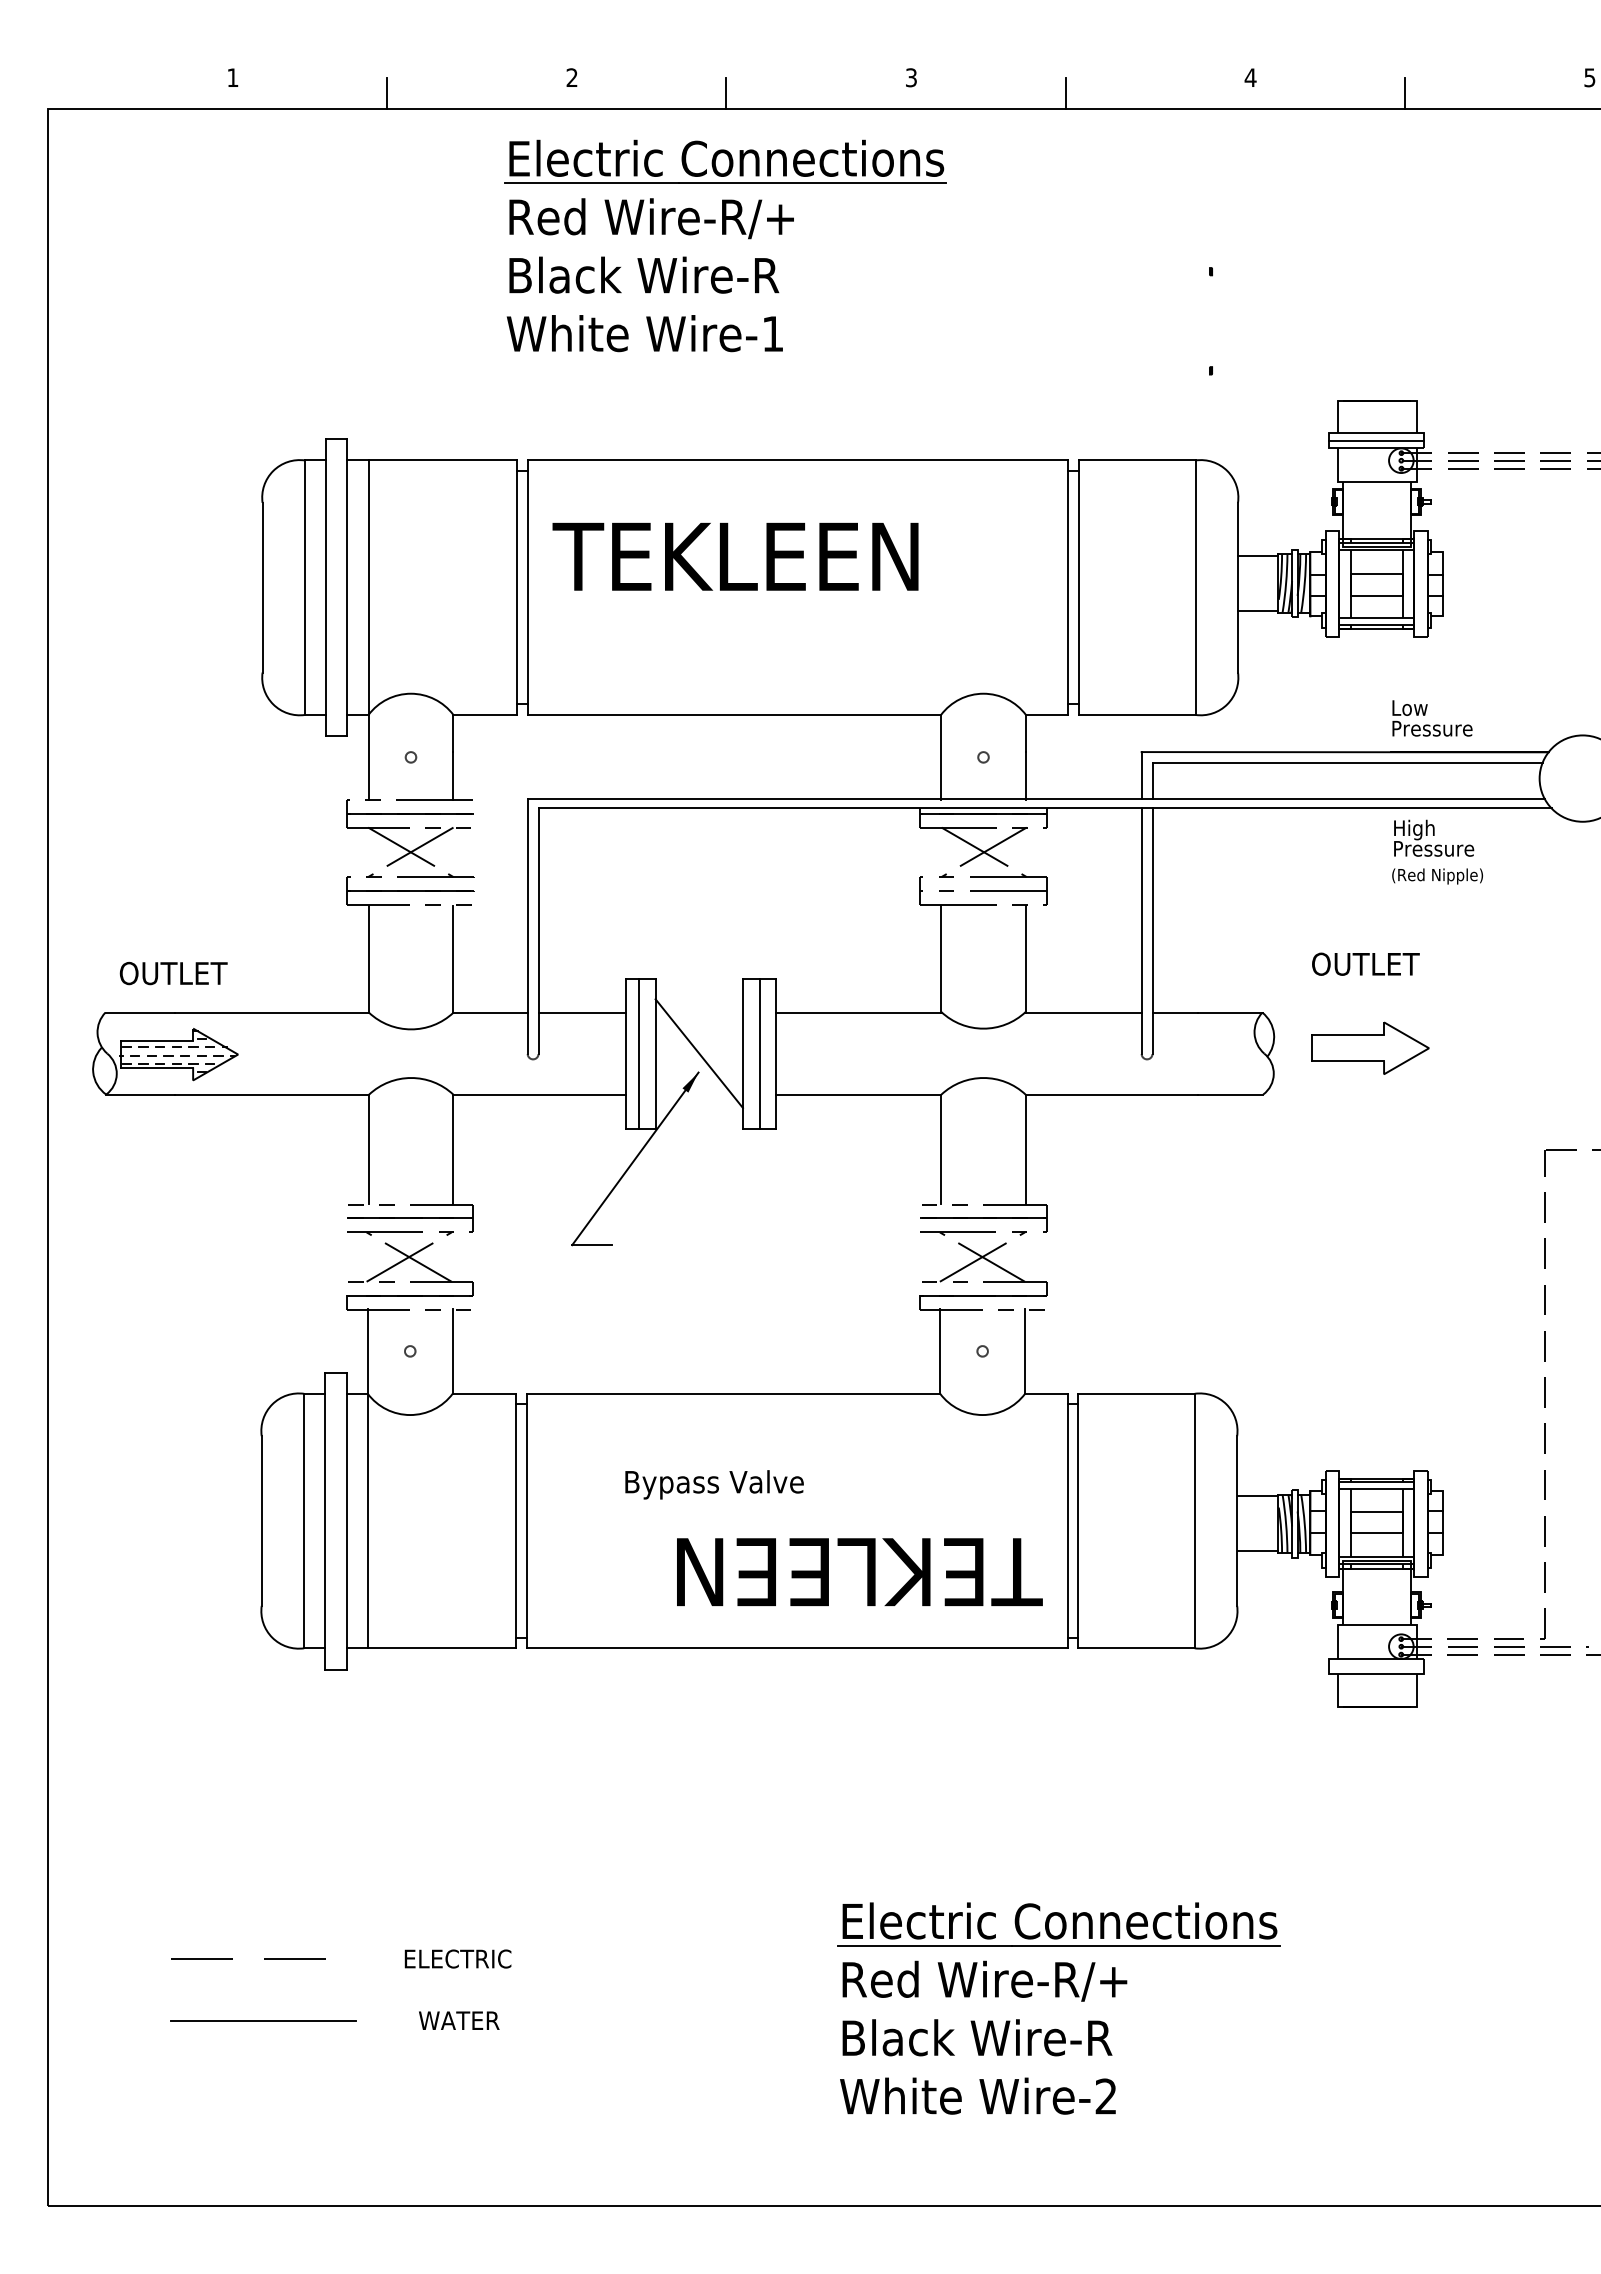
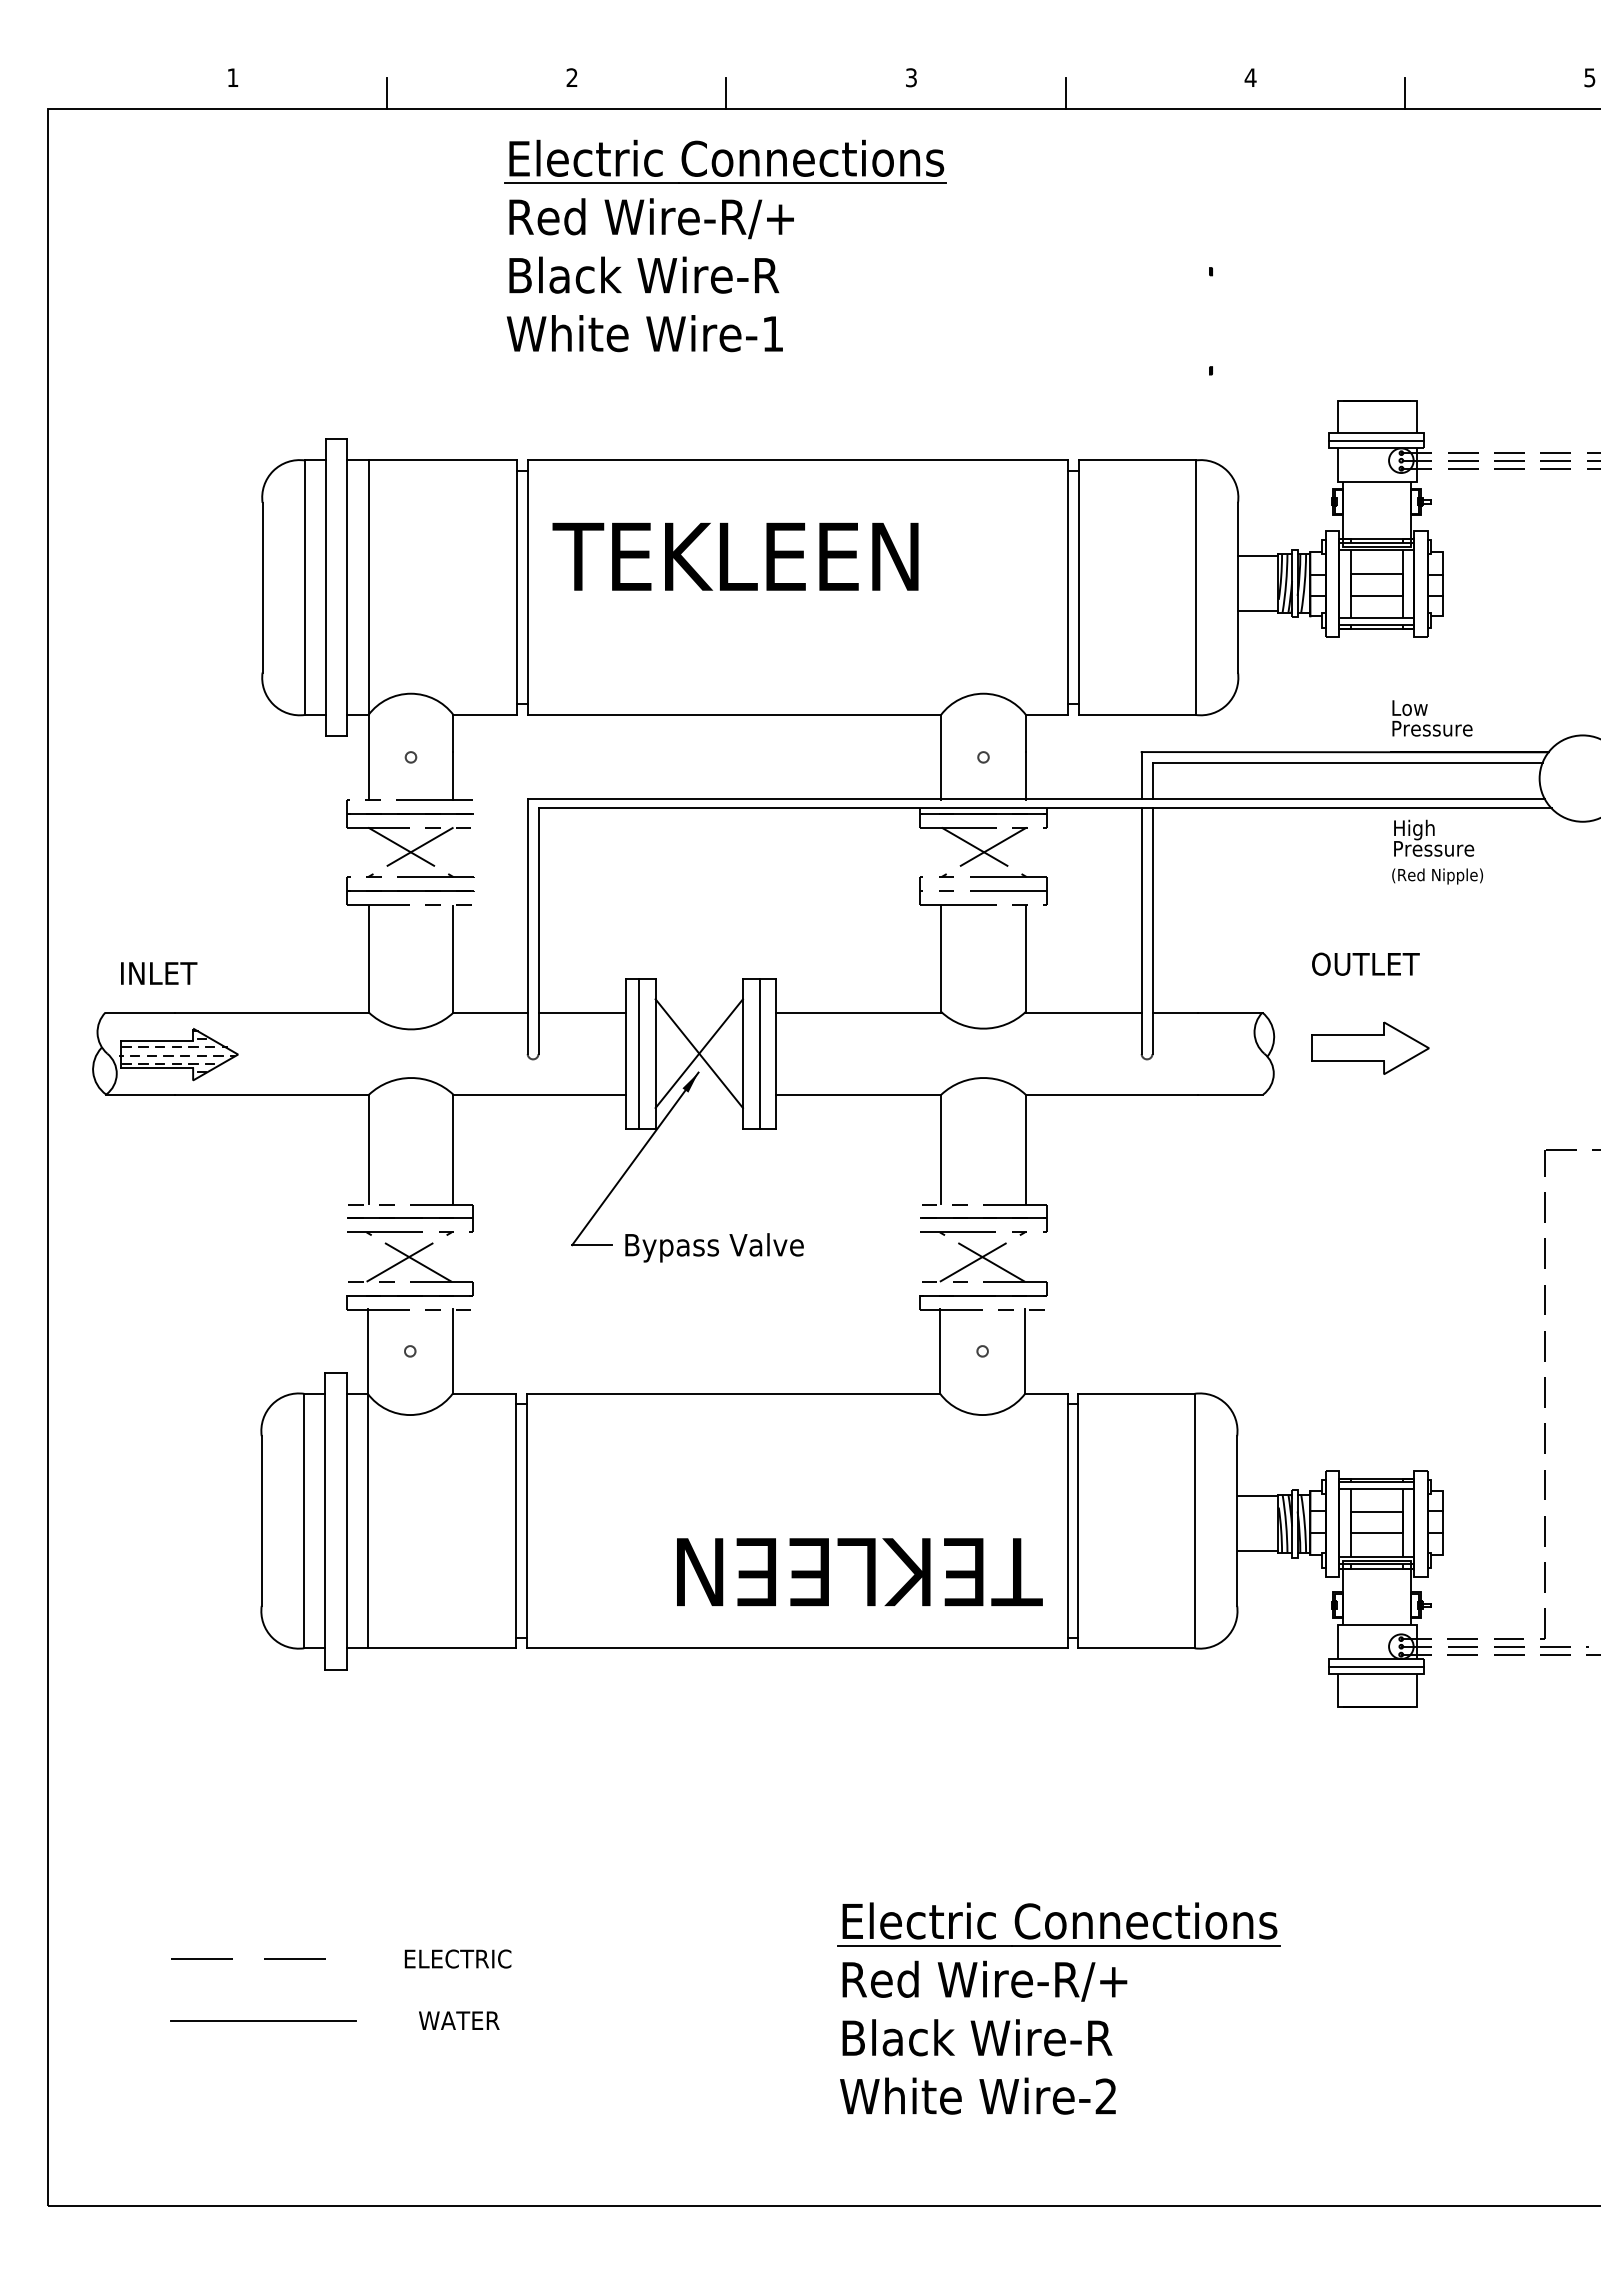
text at (173, 973): OUTLET -> INLET
line at (698, 1053): none -> present
text at (714, 1484) position: (714, 1484) -> (714, 1247)
line at (1376, 1666): none -> present
